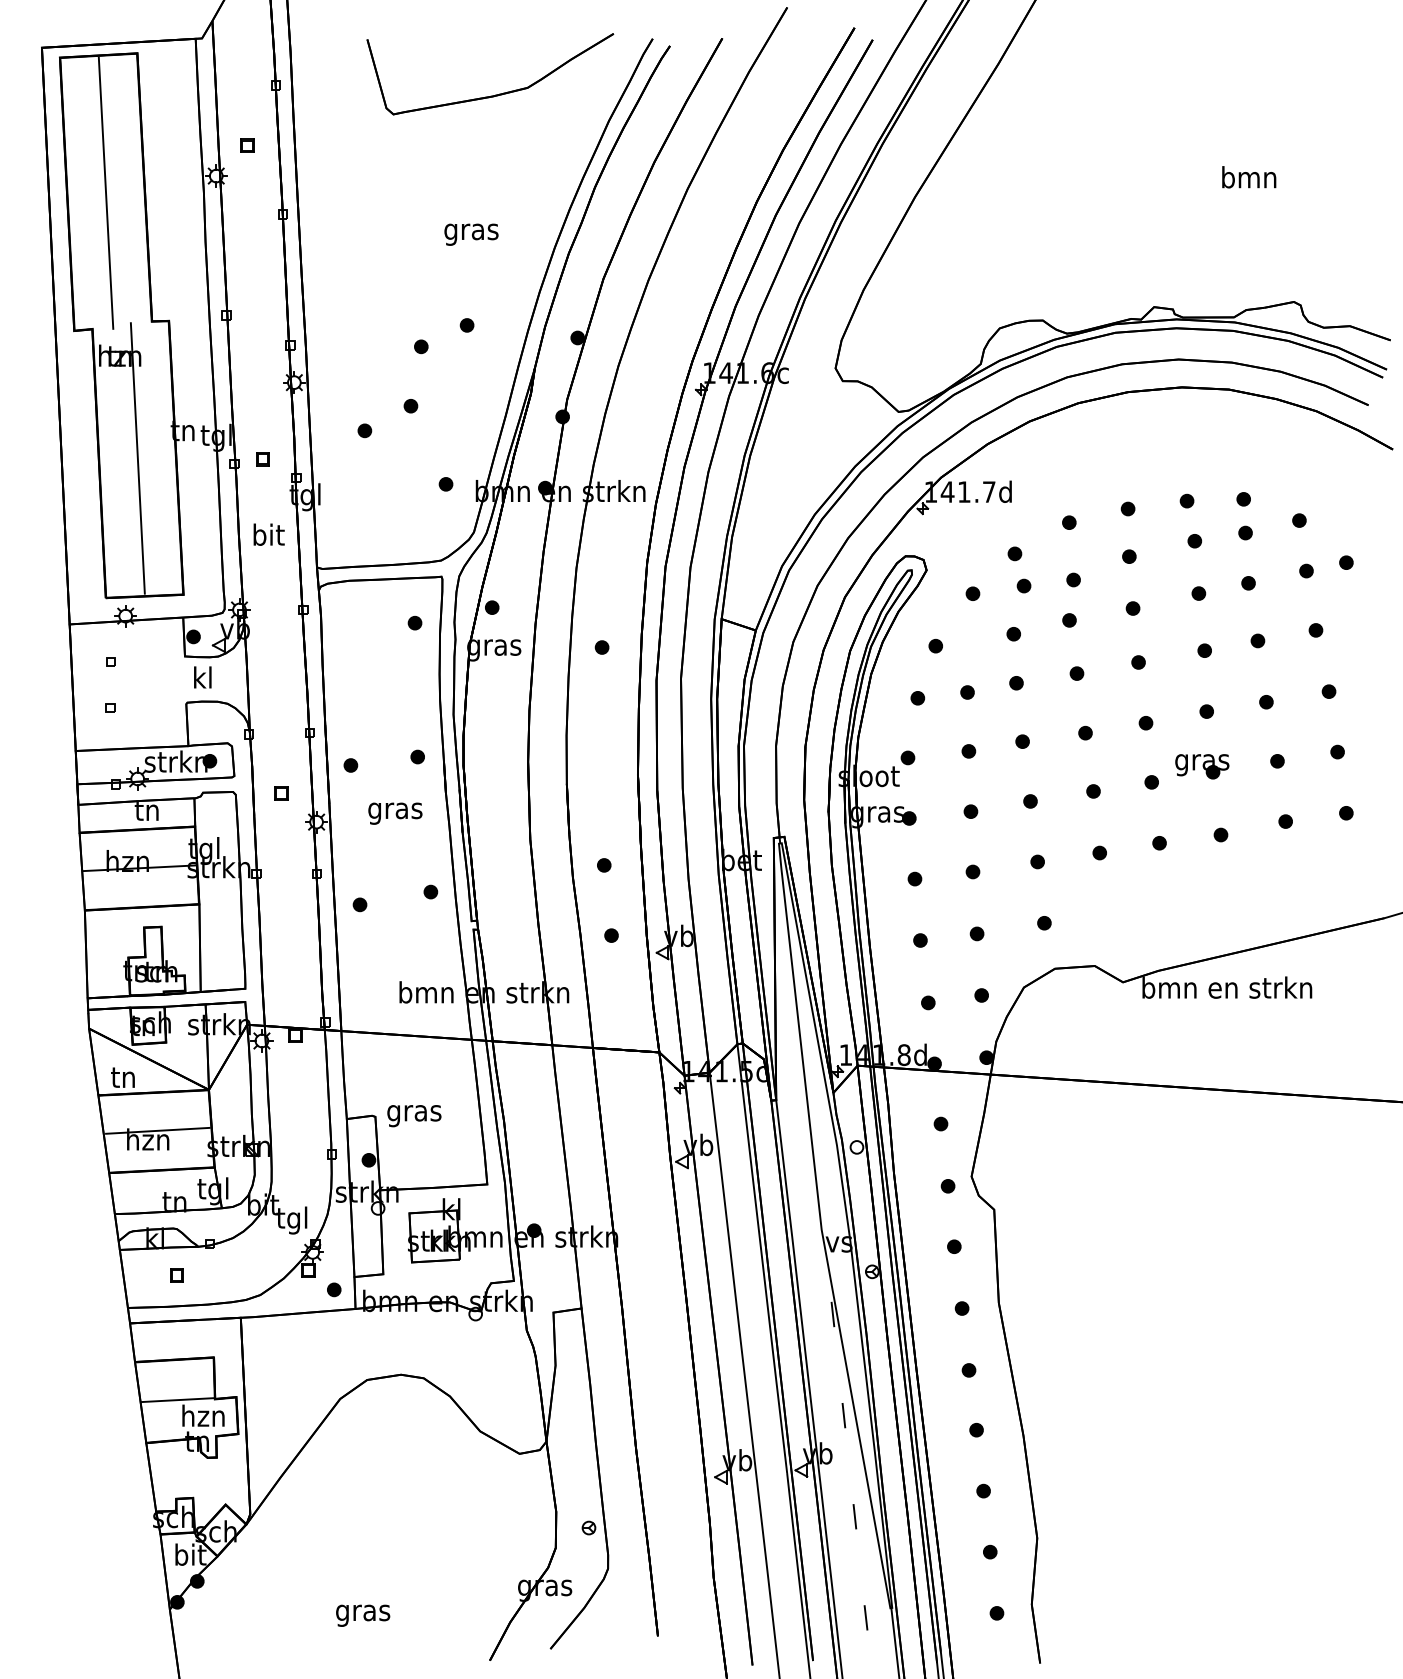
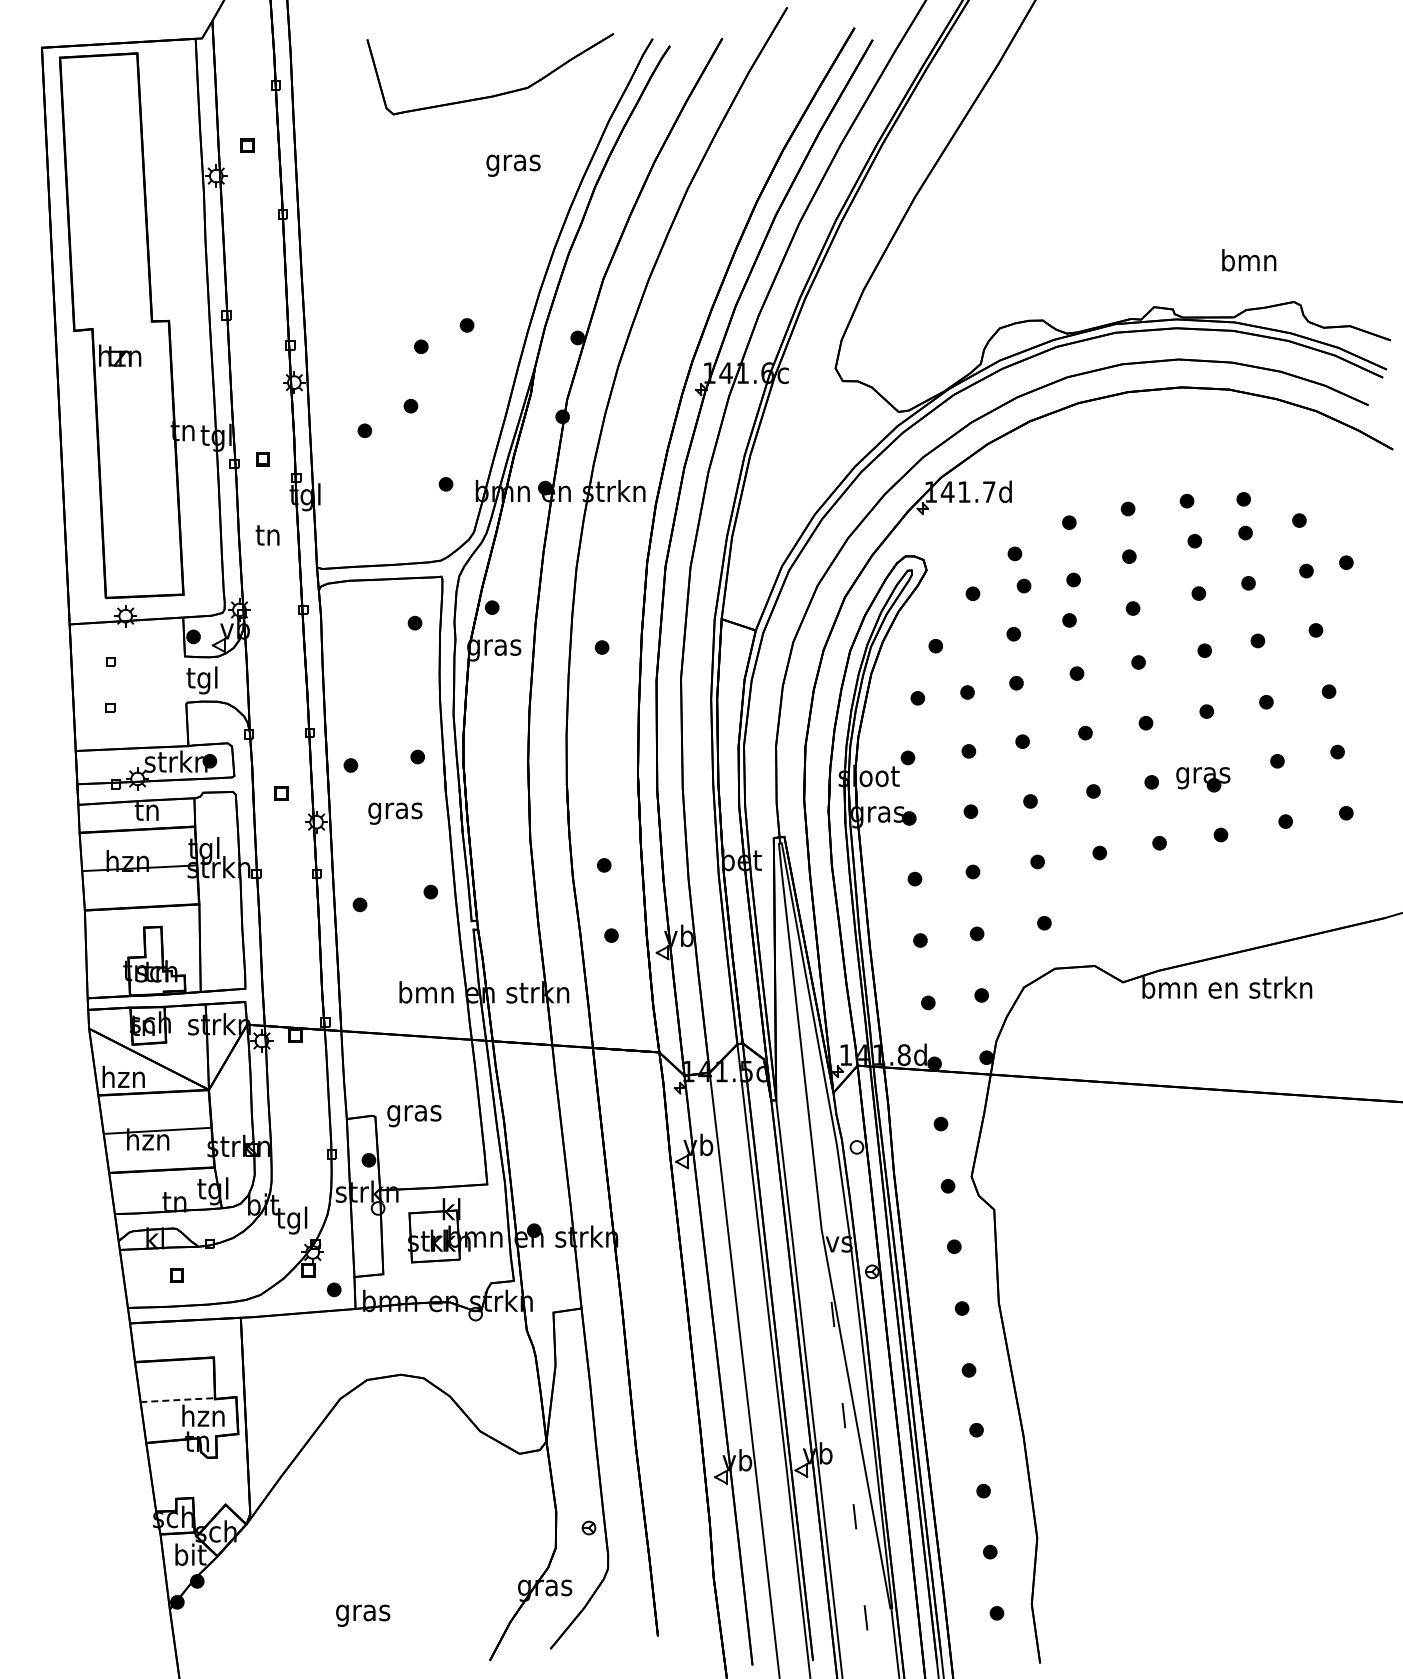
text at (1249, 177) position: (1249, 177) -> (1249, 260)
line at (105, 192): present -> none
text at (471, 234) position: (471, 234) -> (513, 165)
line at (137, 458): present -> none
text at (268, 534): bit -> tn
text at (201, 680): kl -> tgl
part at (1202, 766) position: (1202, 766) -> (1203, 779)
text at (123, 1076): tn -> hzn
line at (177, 1400): solid -> dashed
